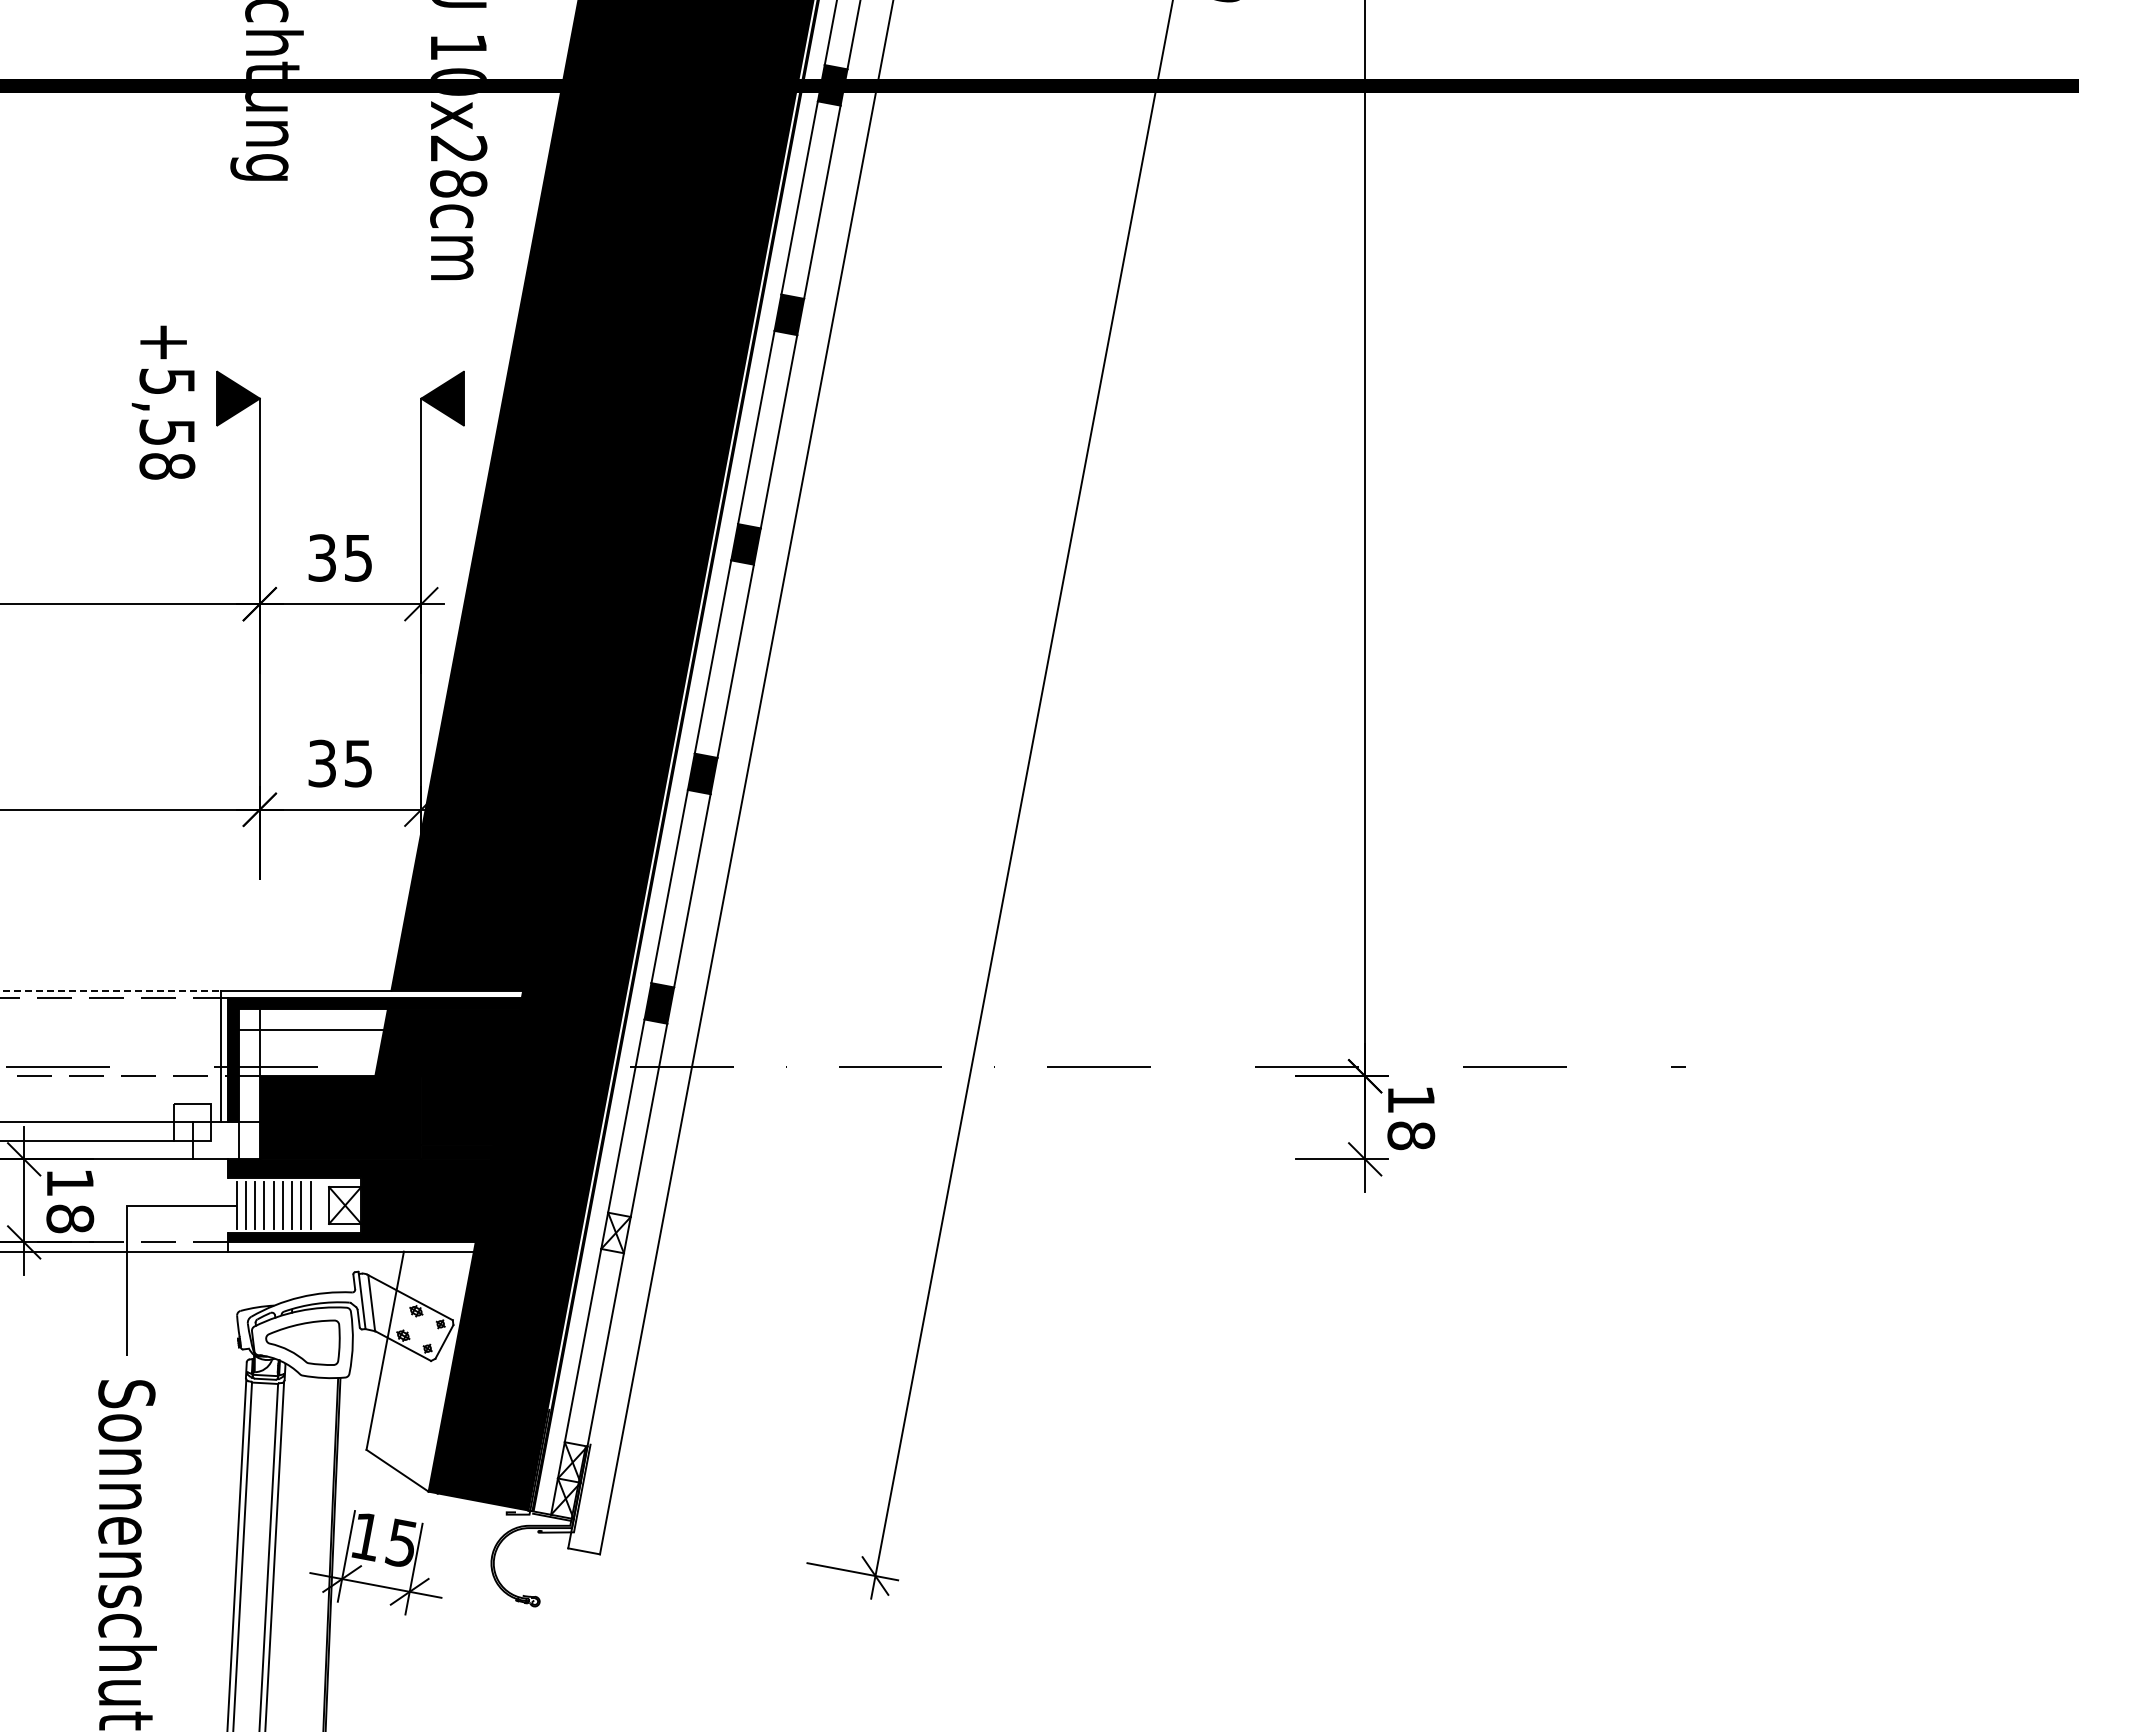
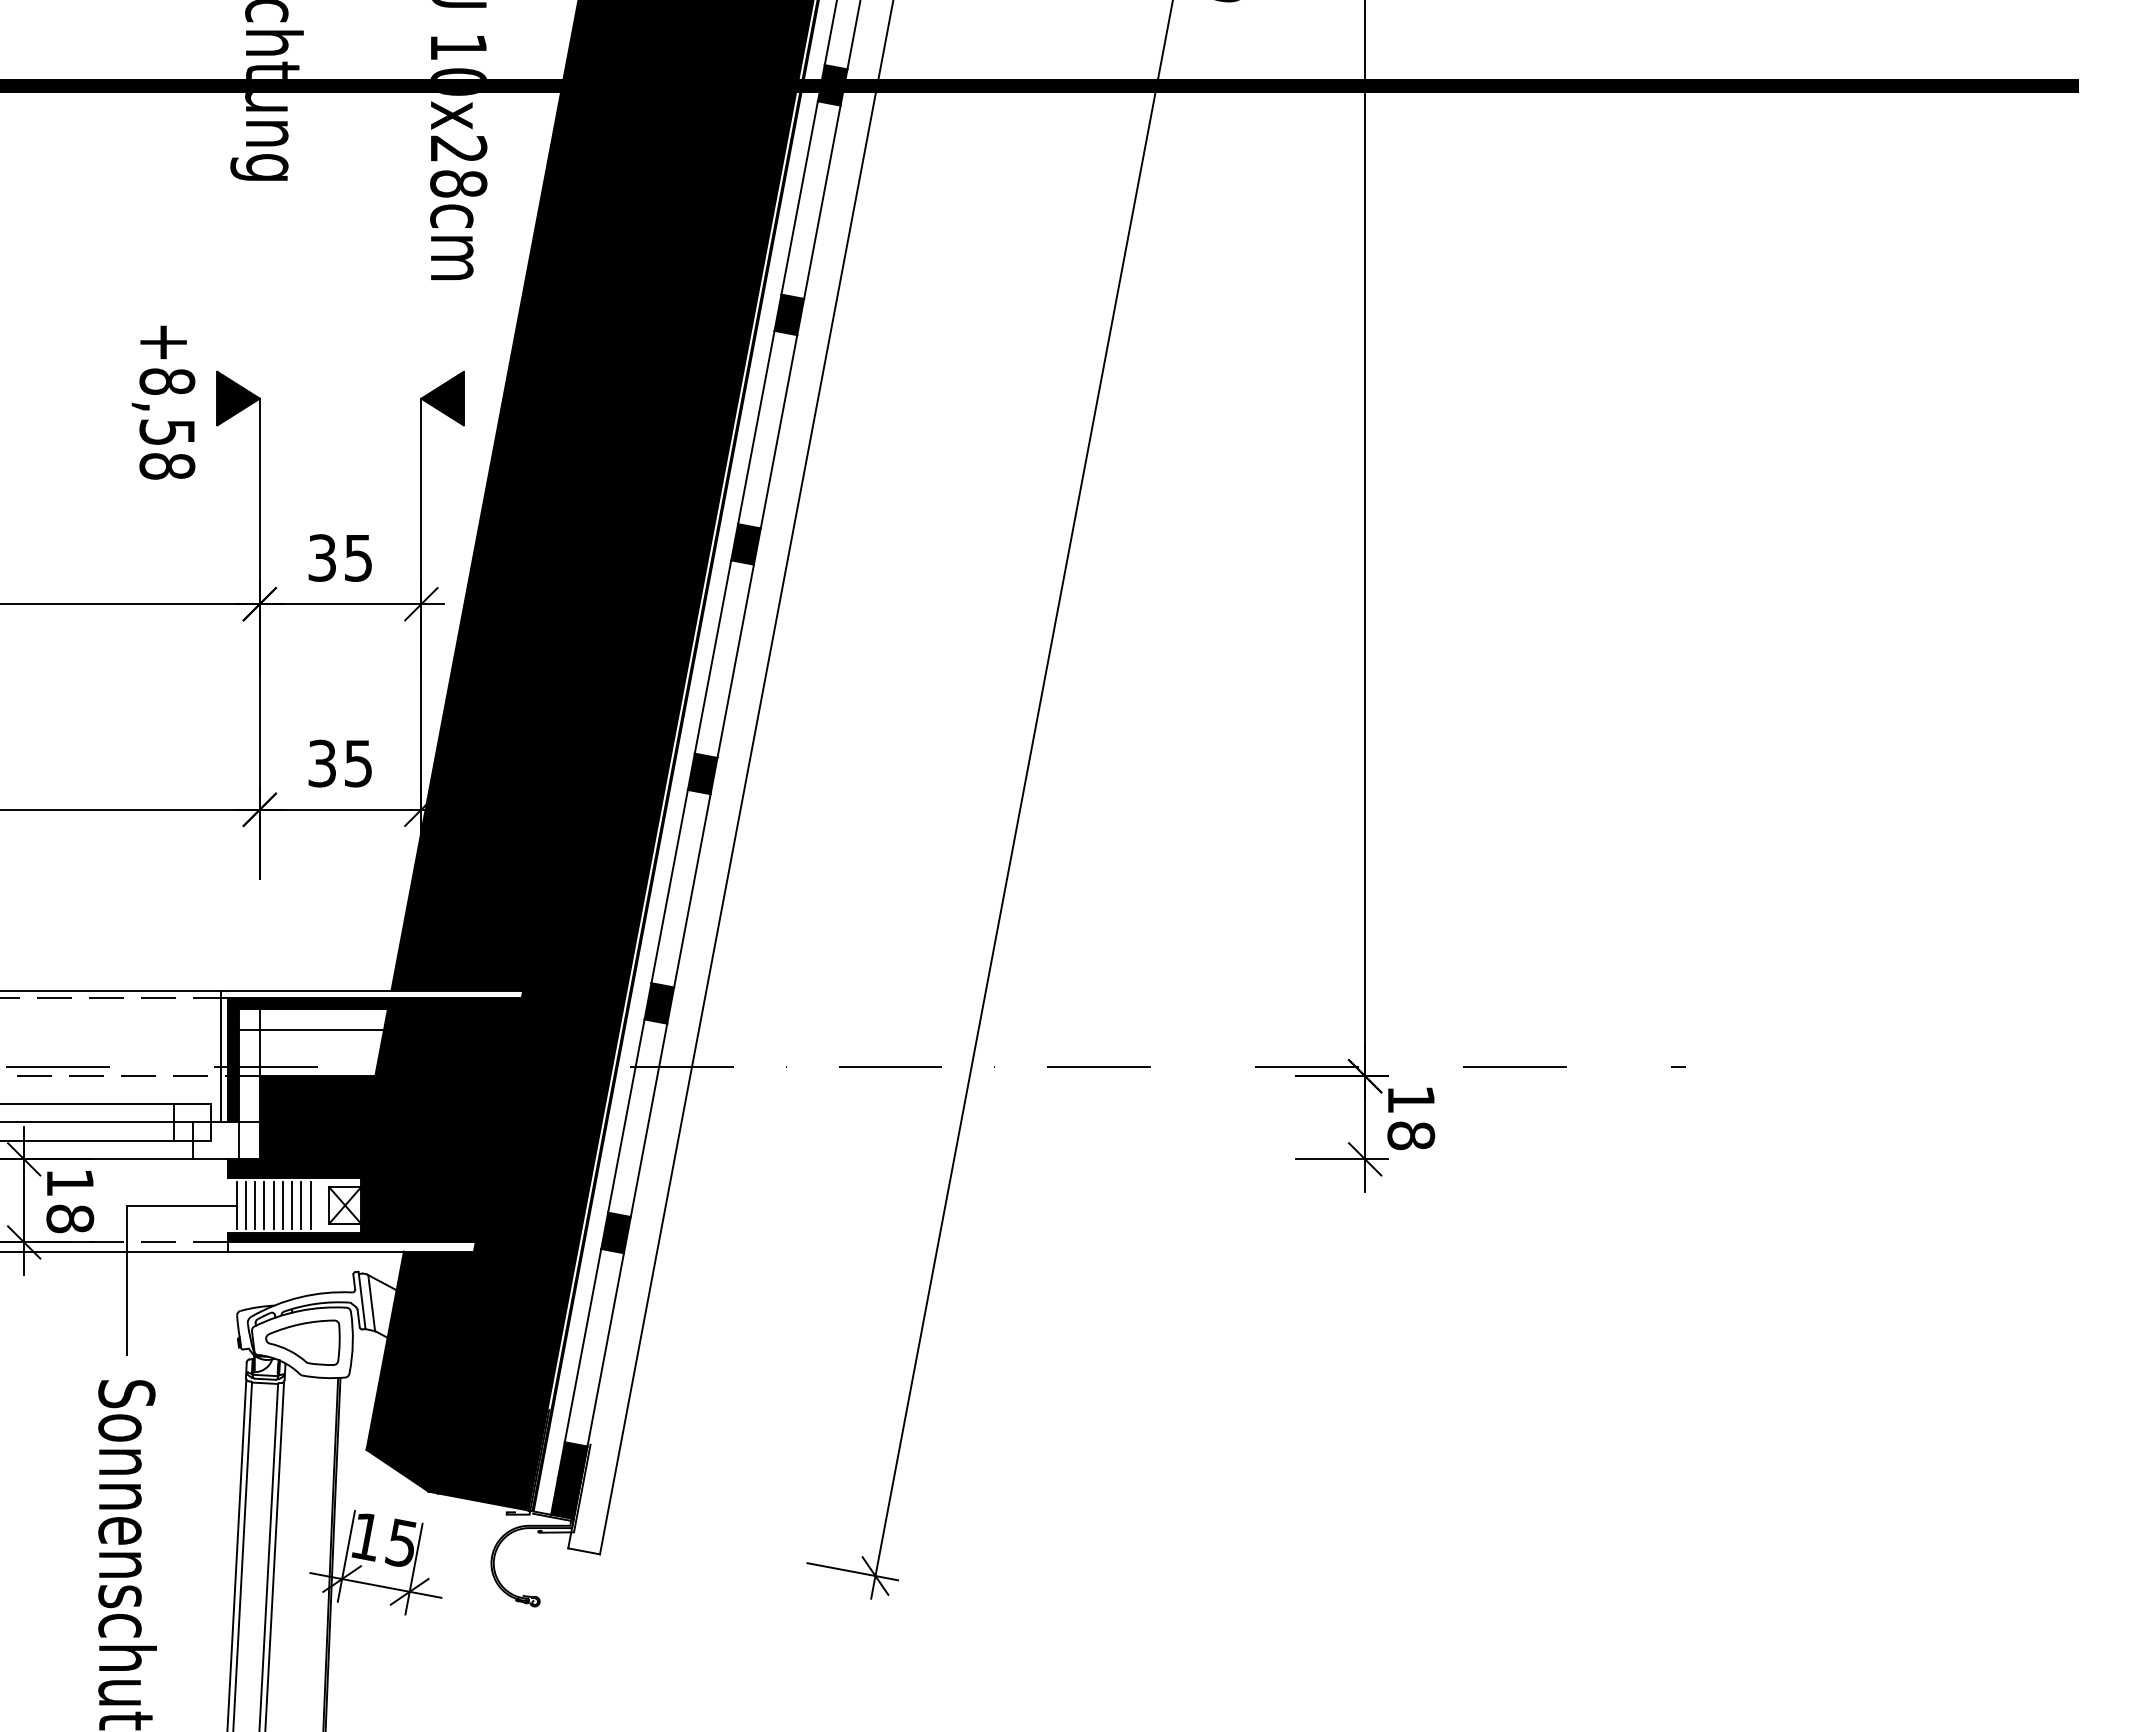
text at (167, 381): +5,58 -> +8,58
line at (110, 990): dashed -> solid
line at (88, 1103): none -> present
fill at (615, 1232): none -> present
fill at (419, 1371): none -> present
fill at (569, 1480): none -> present
